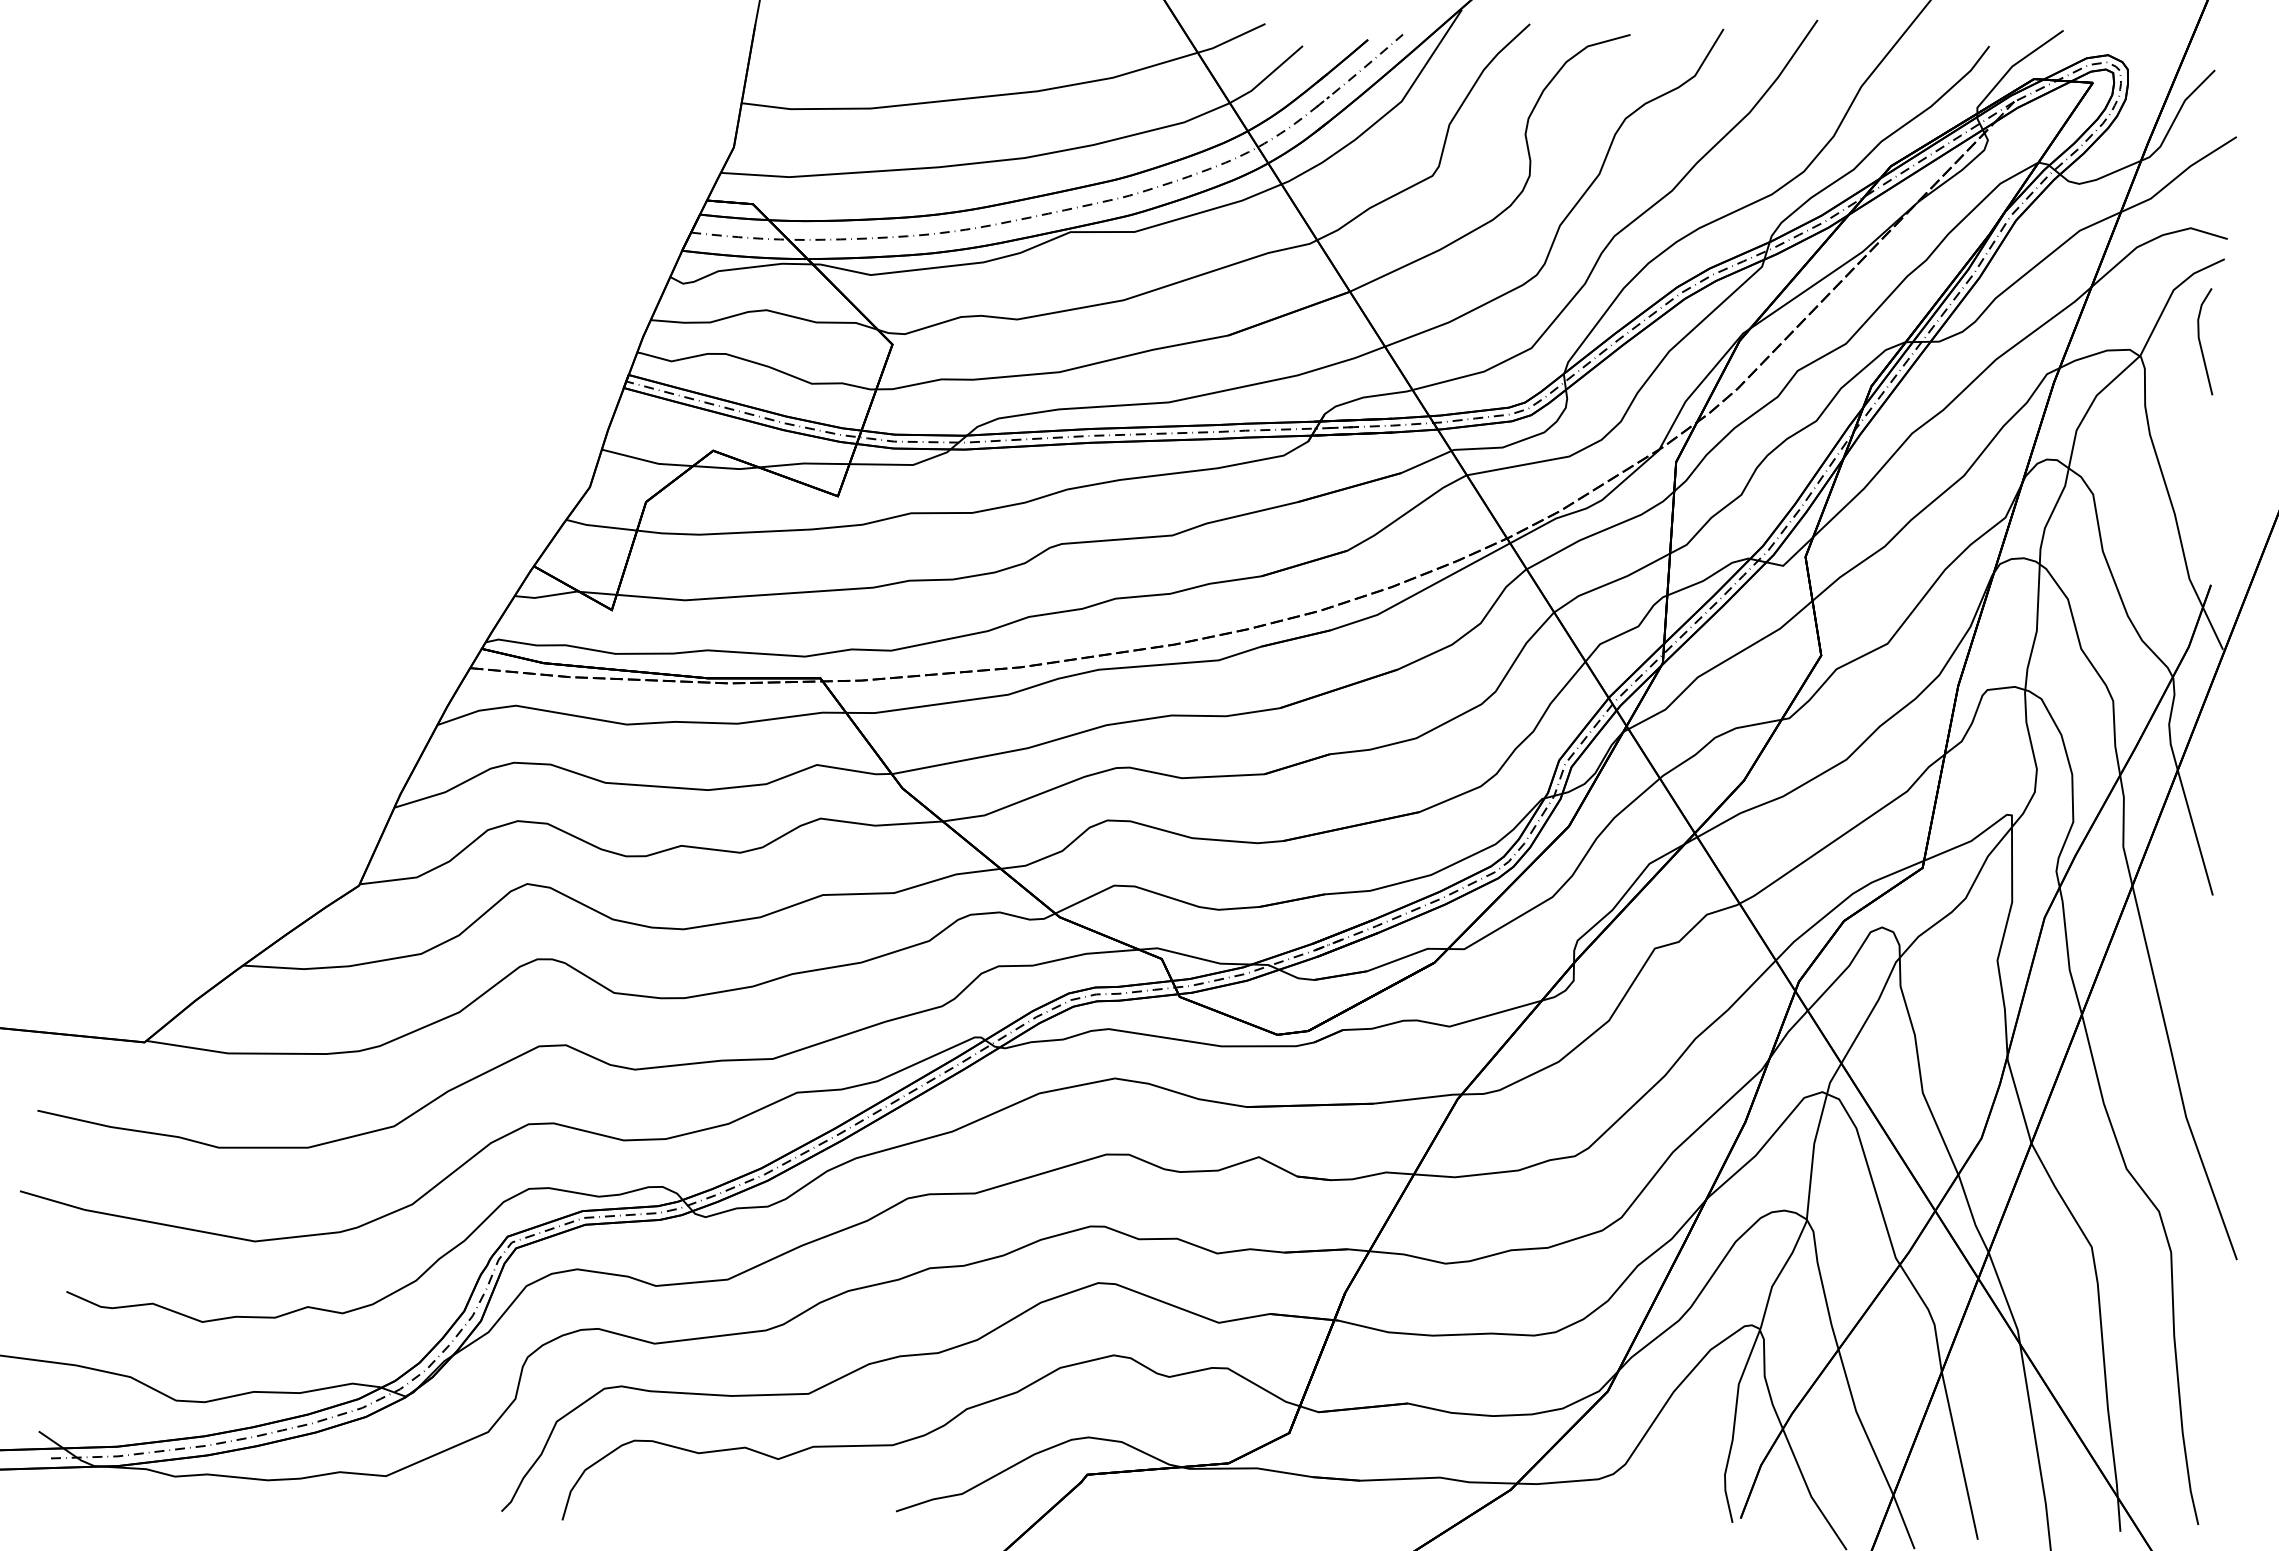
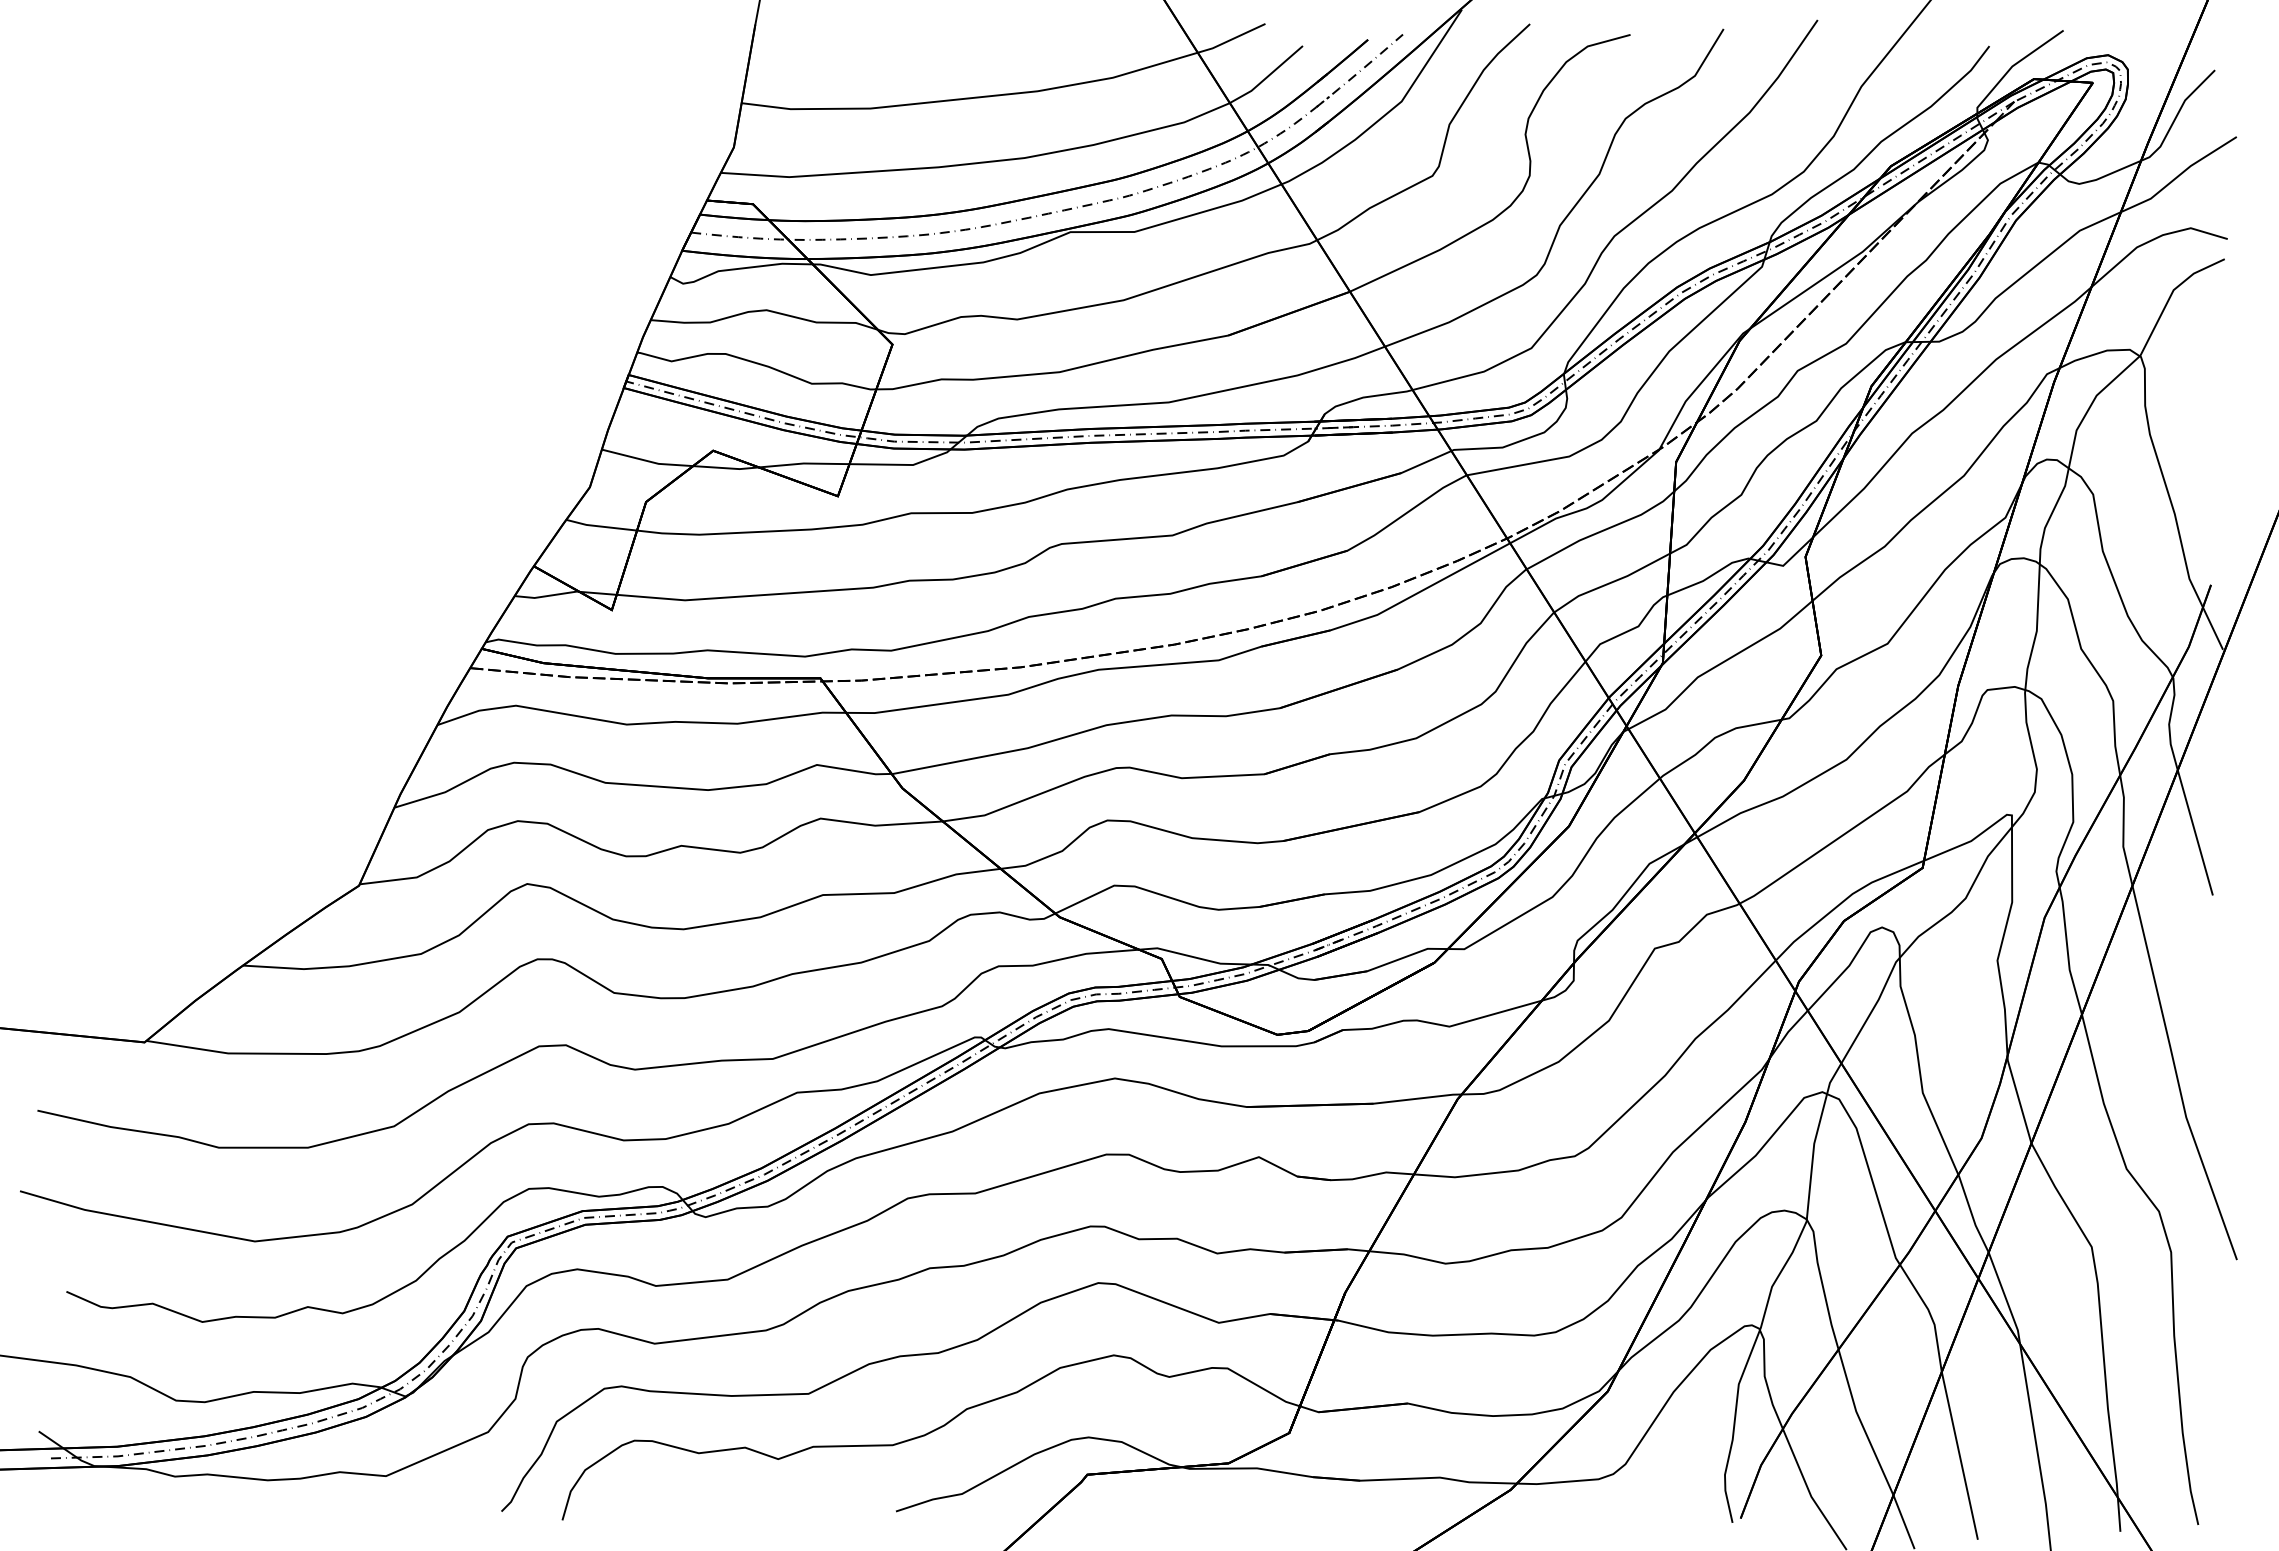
line at (2200, 341): present -> none
